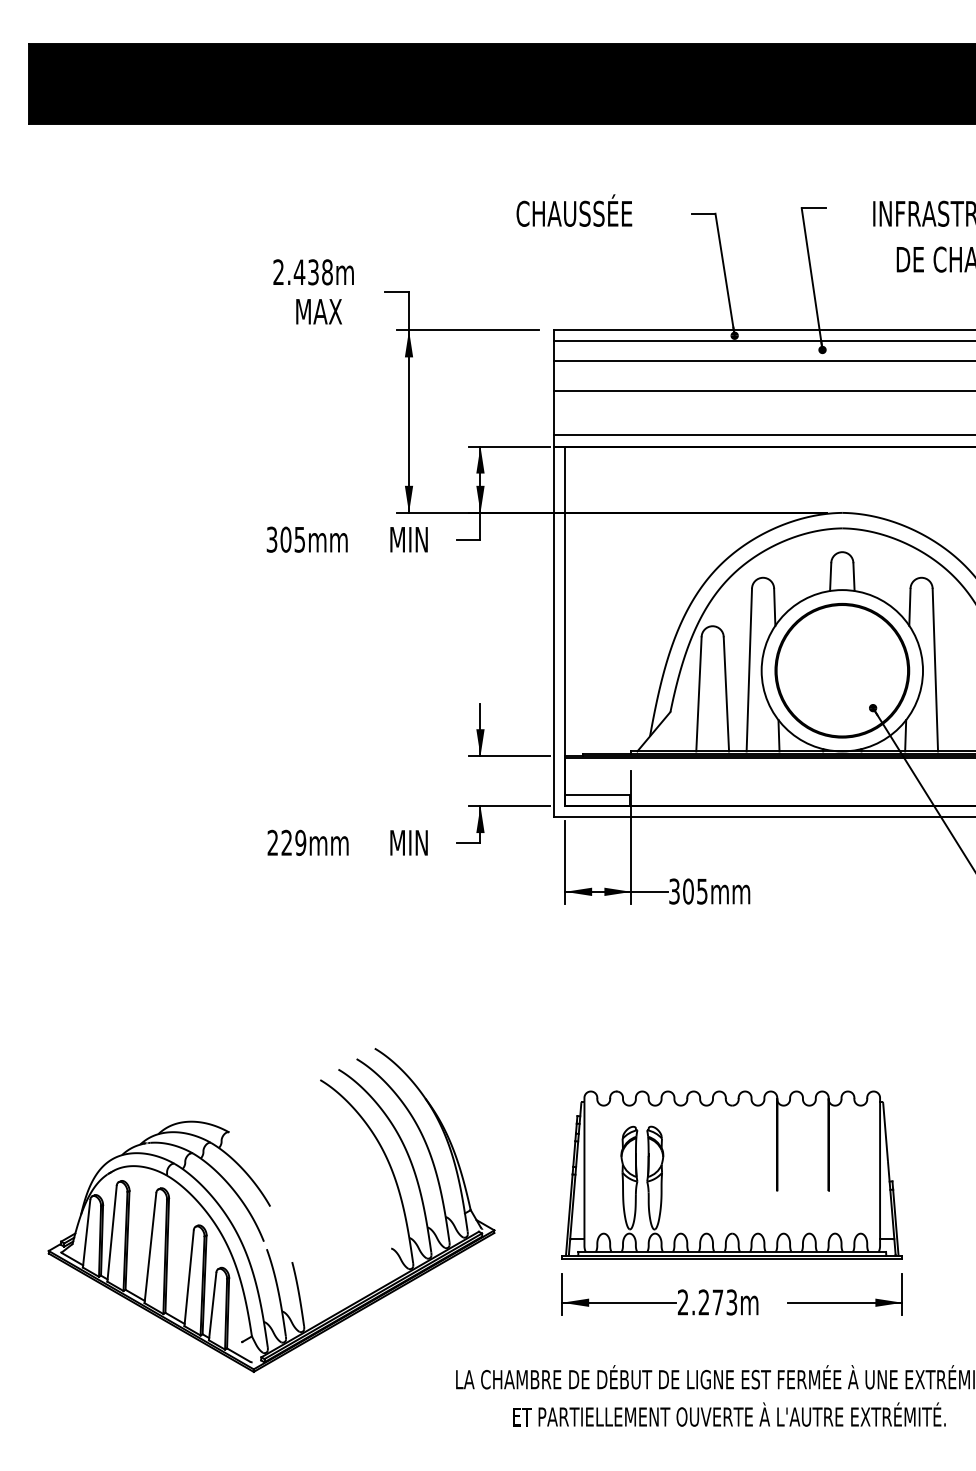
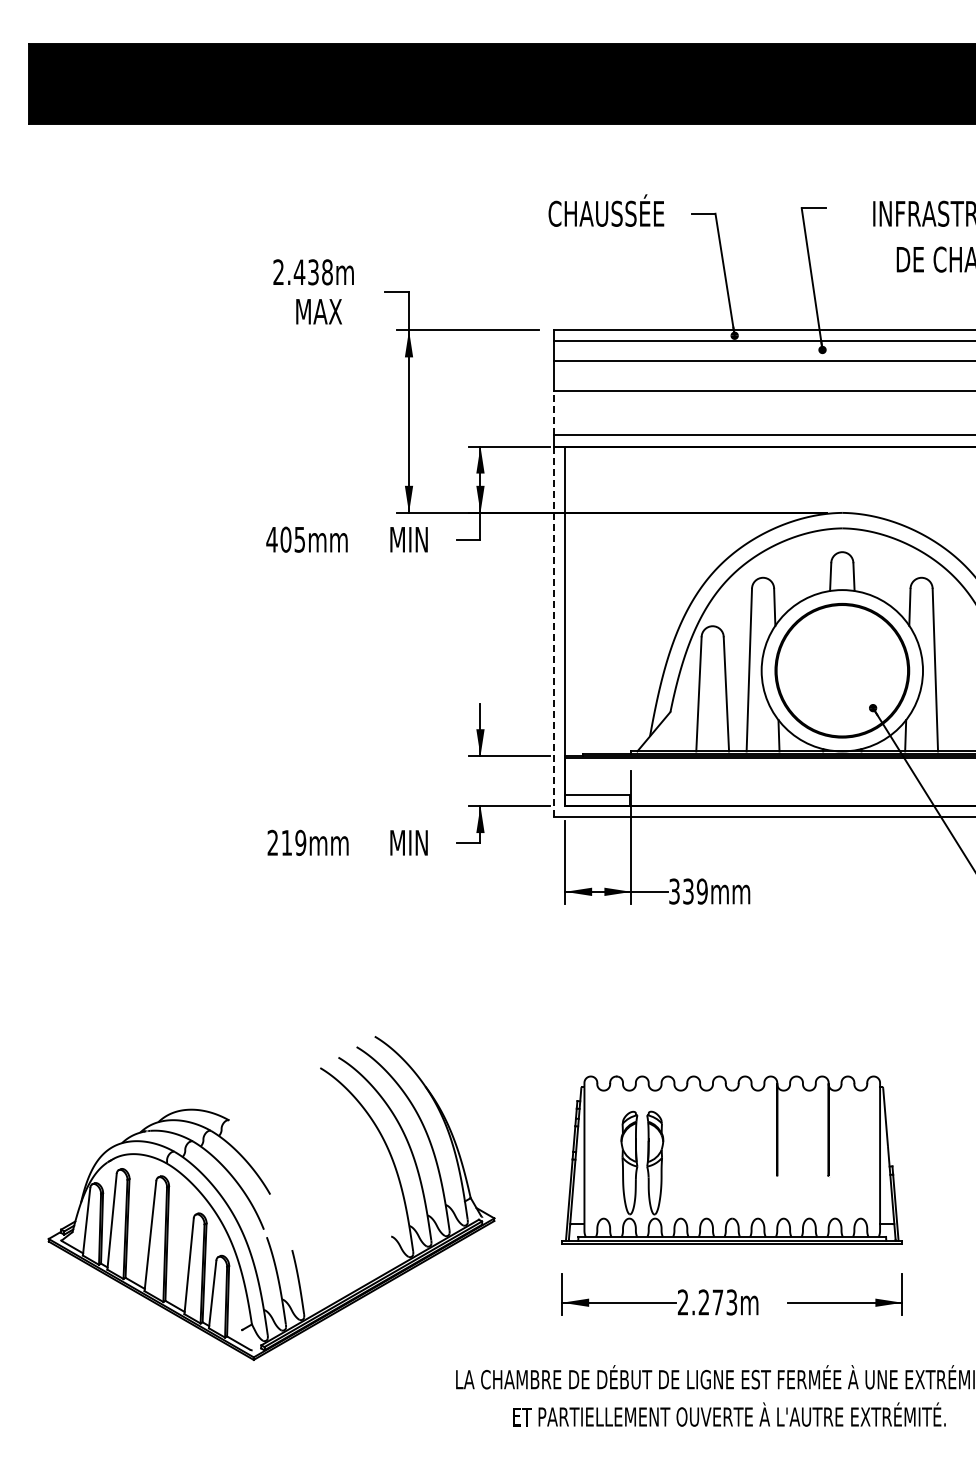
text at (574, 210) position: (574, 210) -> (606, 210)
line at (554, 412): solid -> dashed
text at (271, 539): 305mm -> 405mm
line at (554, 631): solid -> dashed
text at (286, 842): 229mm -> 219mm
text at (695, 891): 305mm -> 339mm
part at (731, 1174) position: (731, 1174) -> (731, 1159)
part at (271, 1210) position: (271, 1210) -> (271, 1198)
